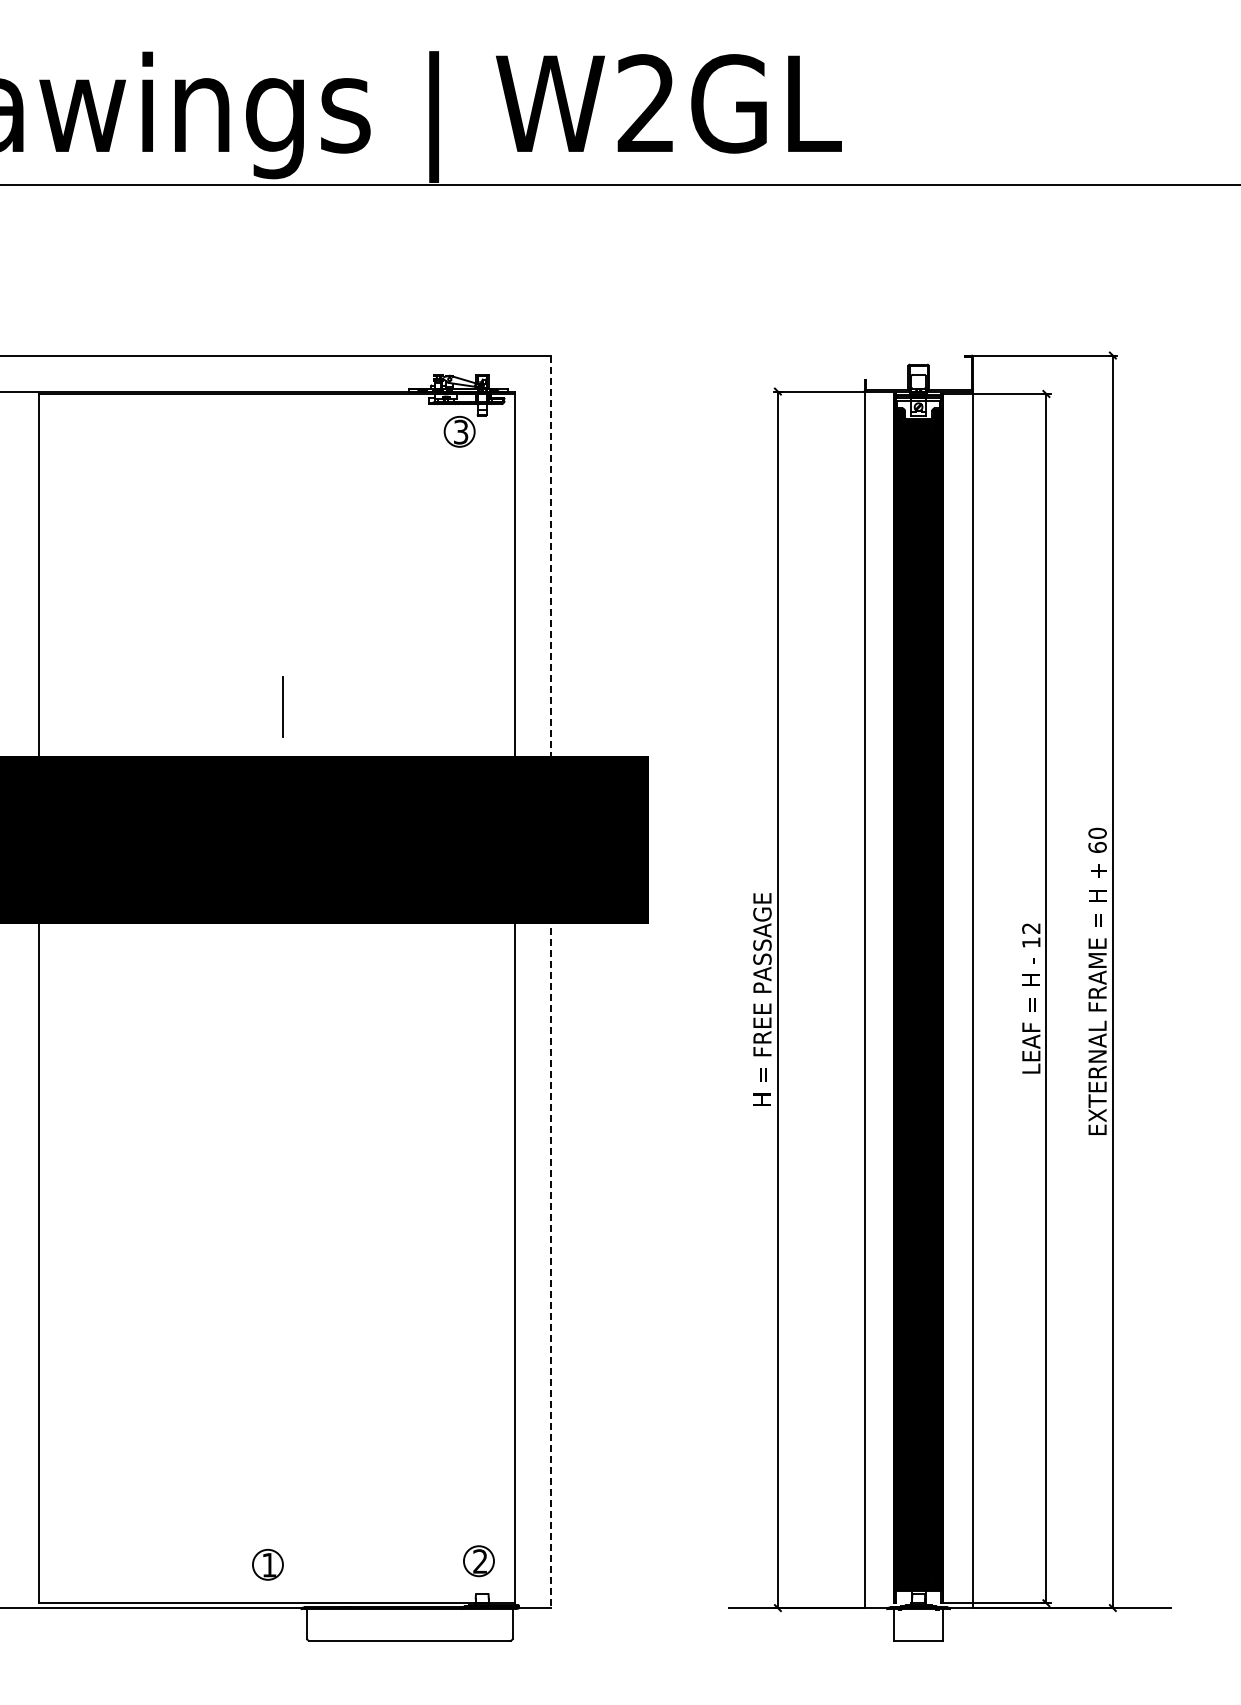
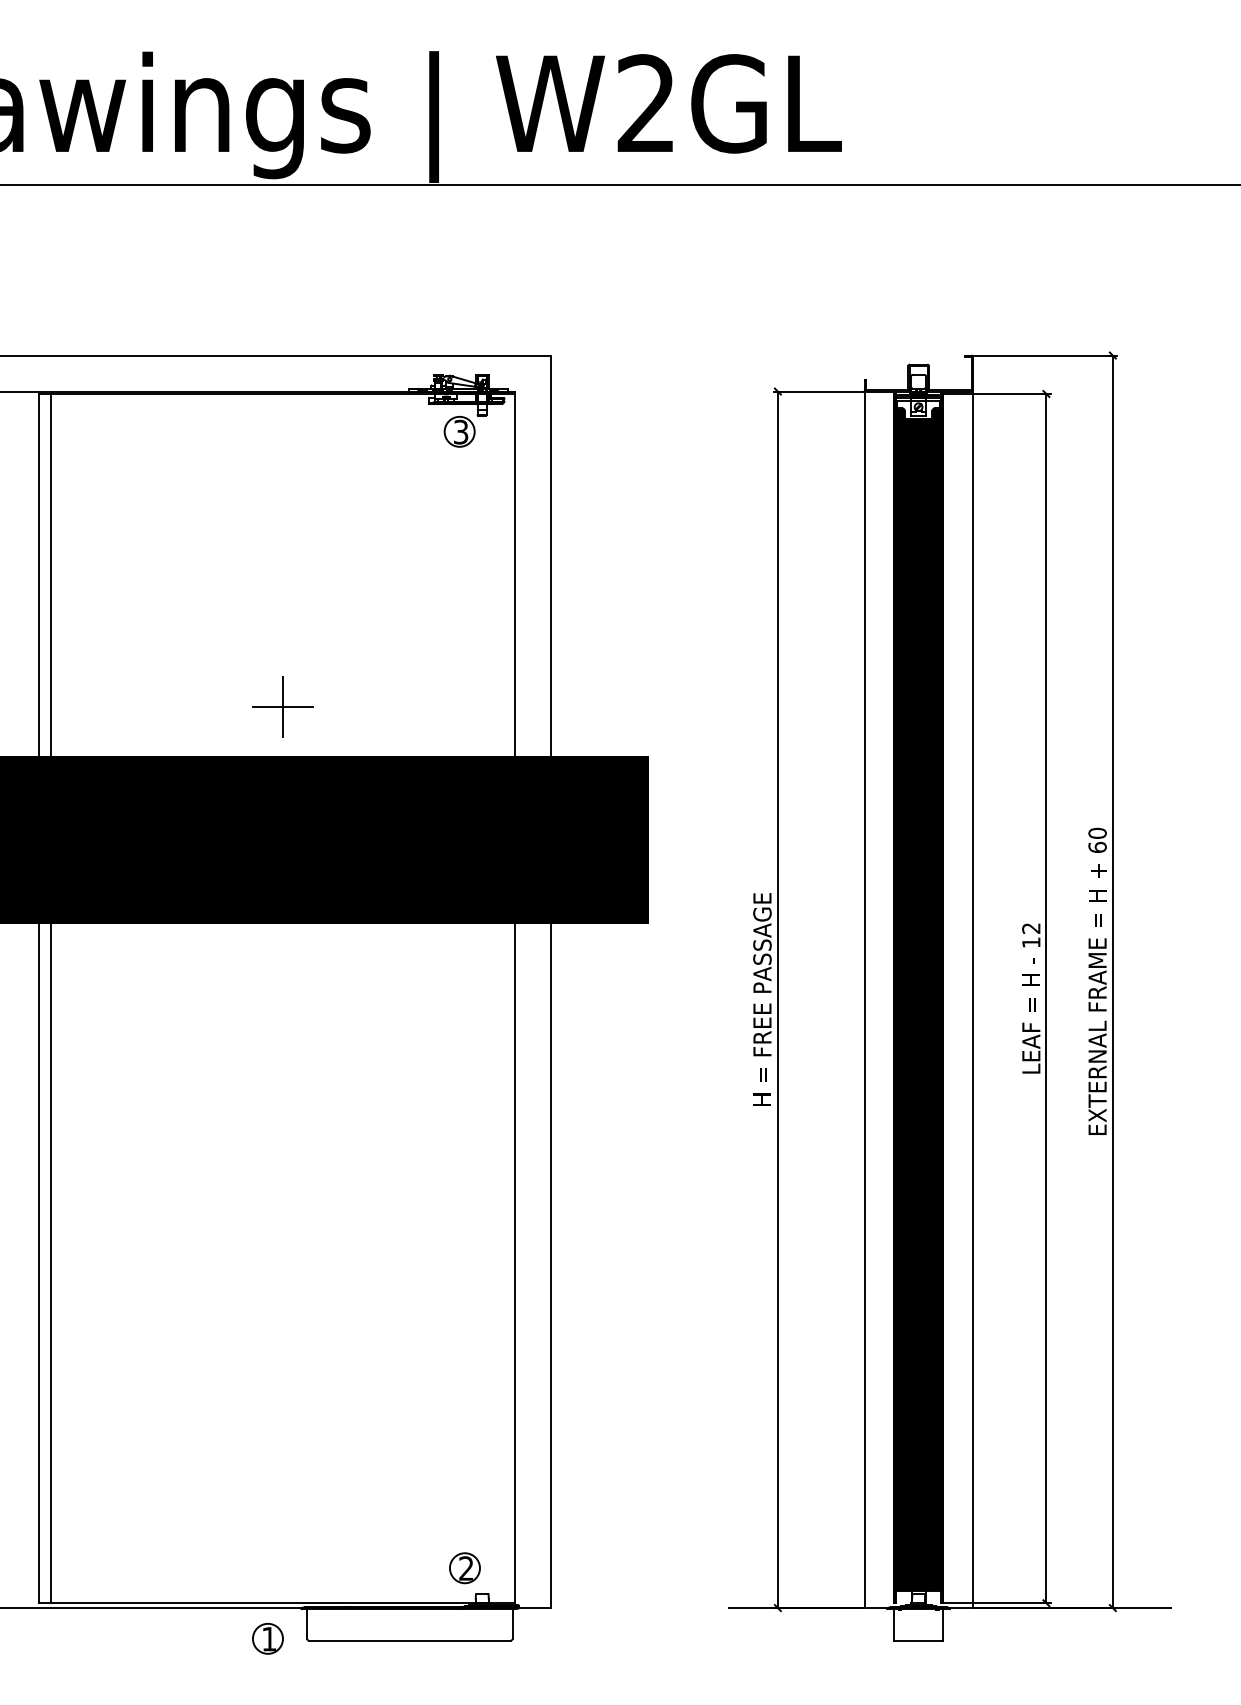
line at (282, 706): none -> present
line at (551, 982): dashed -> solid
line at (50, 998): none -> present
part at (478, 1561) position: (478, 1561) -> (464, 1568)
part at (267, 1564) position: (267, 1564) -> (267, 1638)
